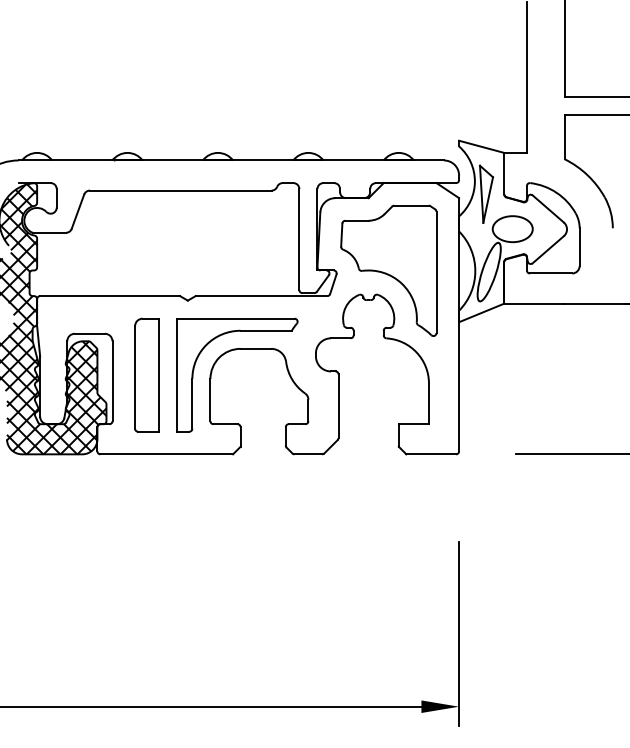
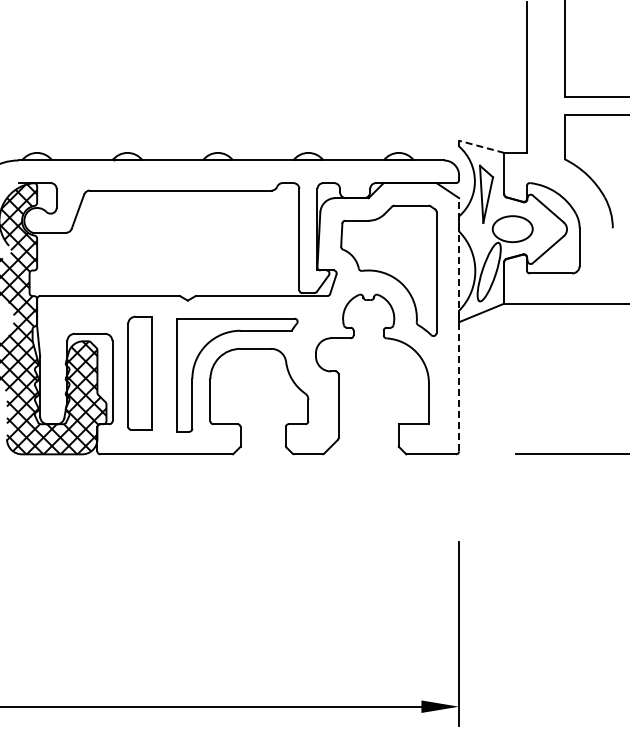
line at (481, 146): solid -> dashed
line at (459, 324): solid -> dashed
part at (146, 374) position: (146, 374) -> (139, 372)
